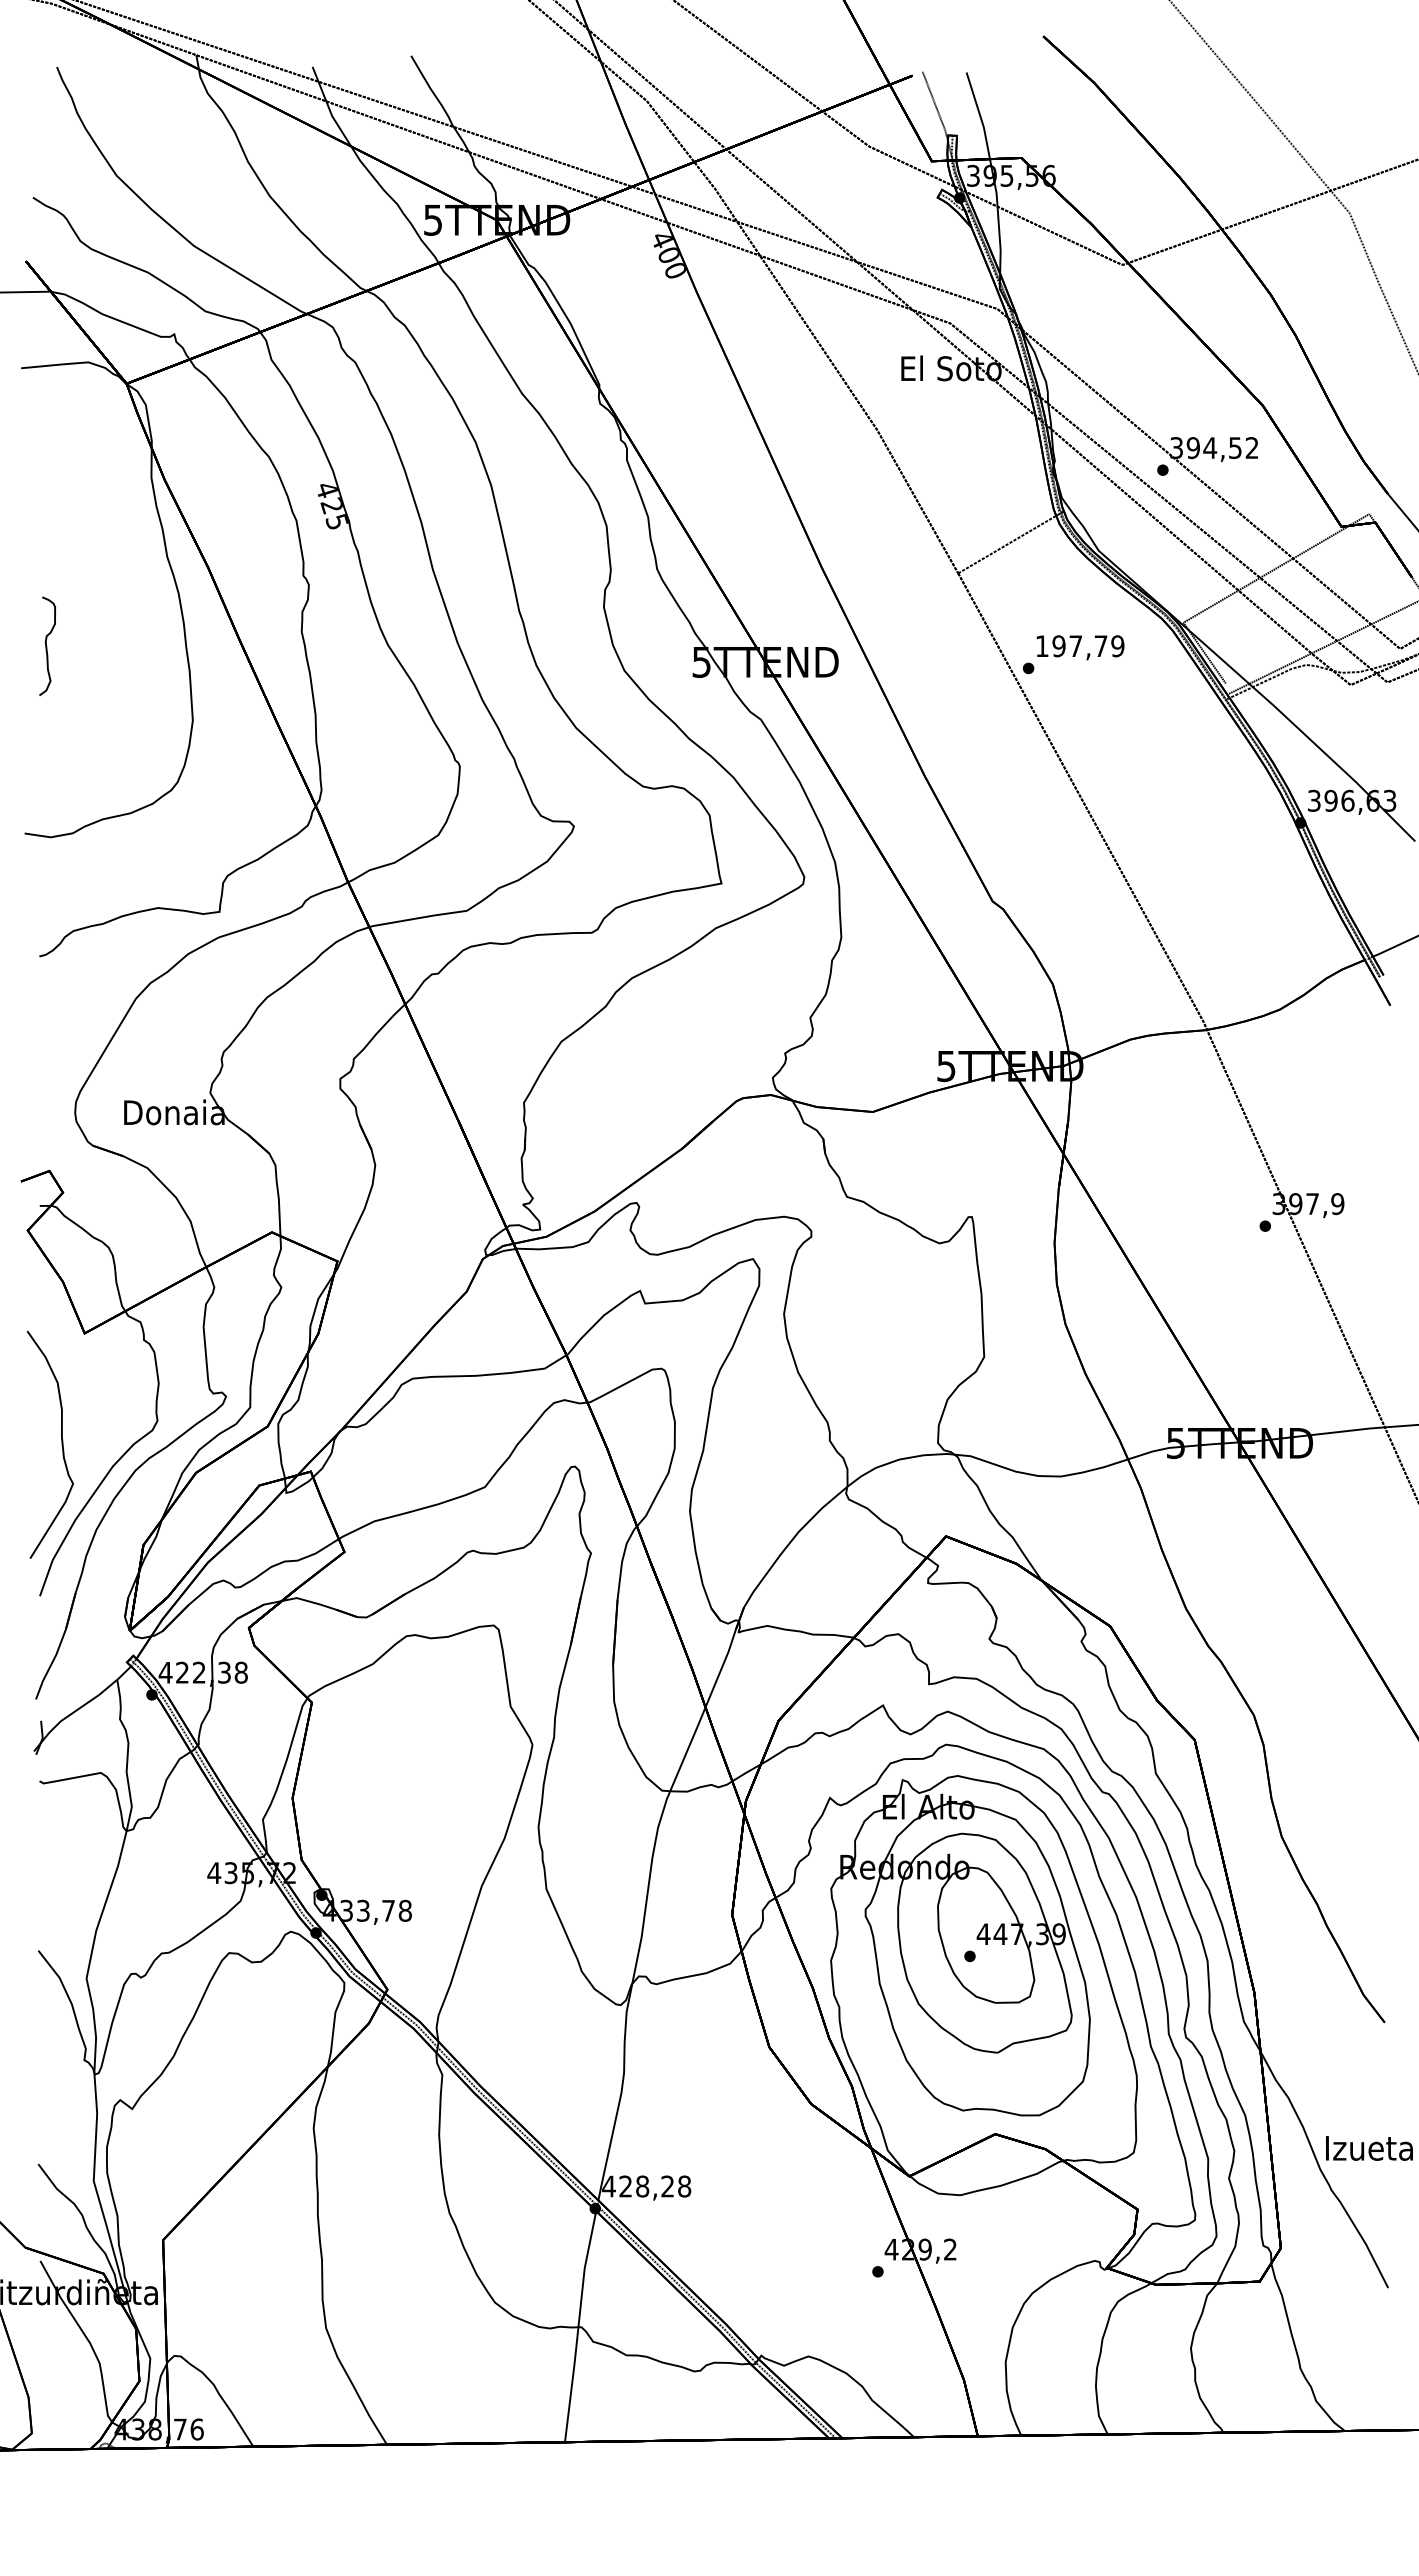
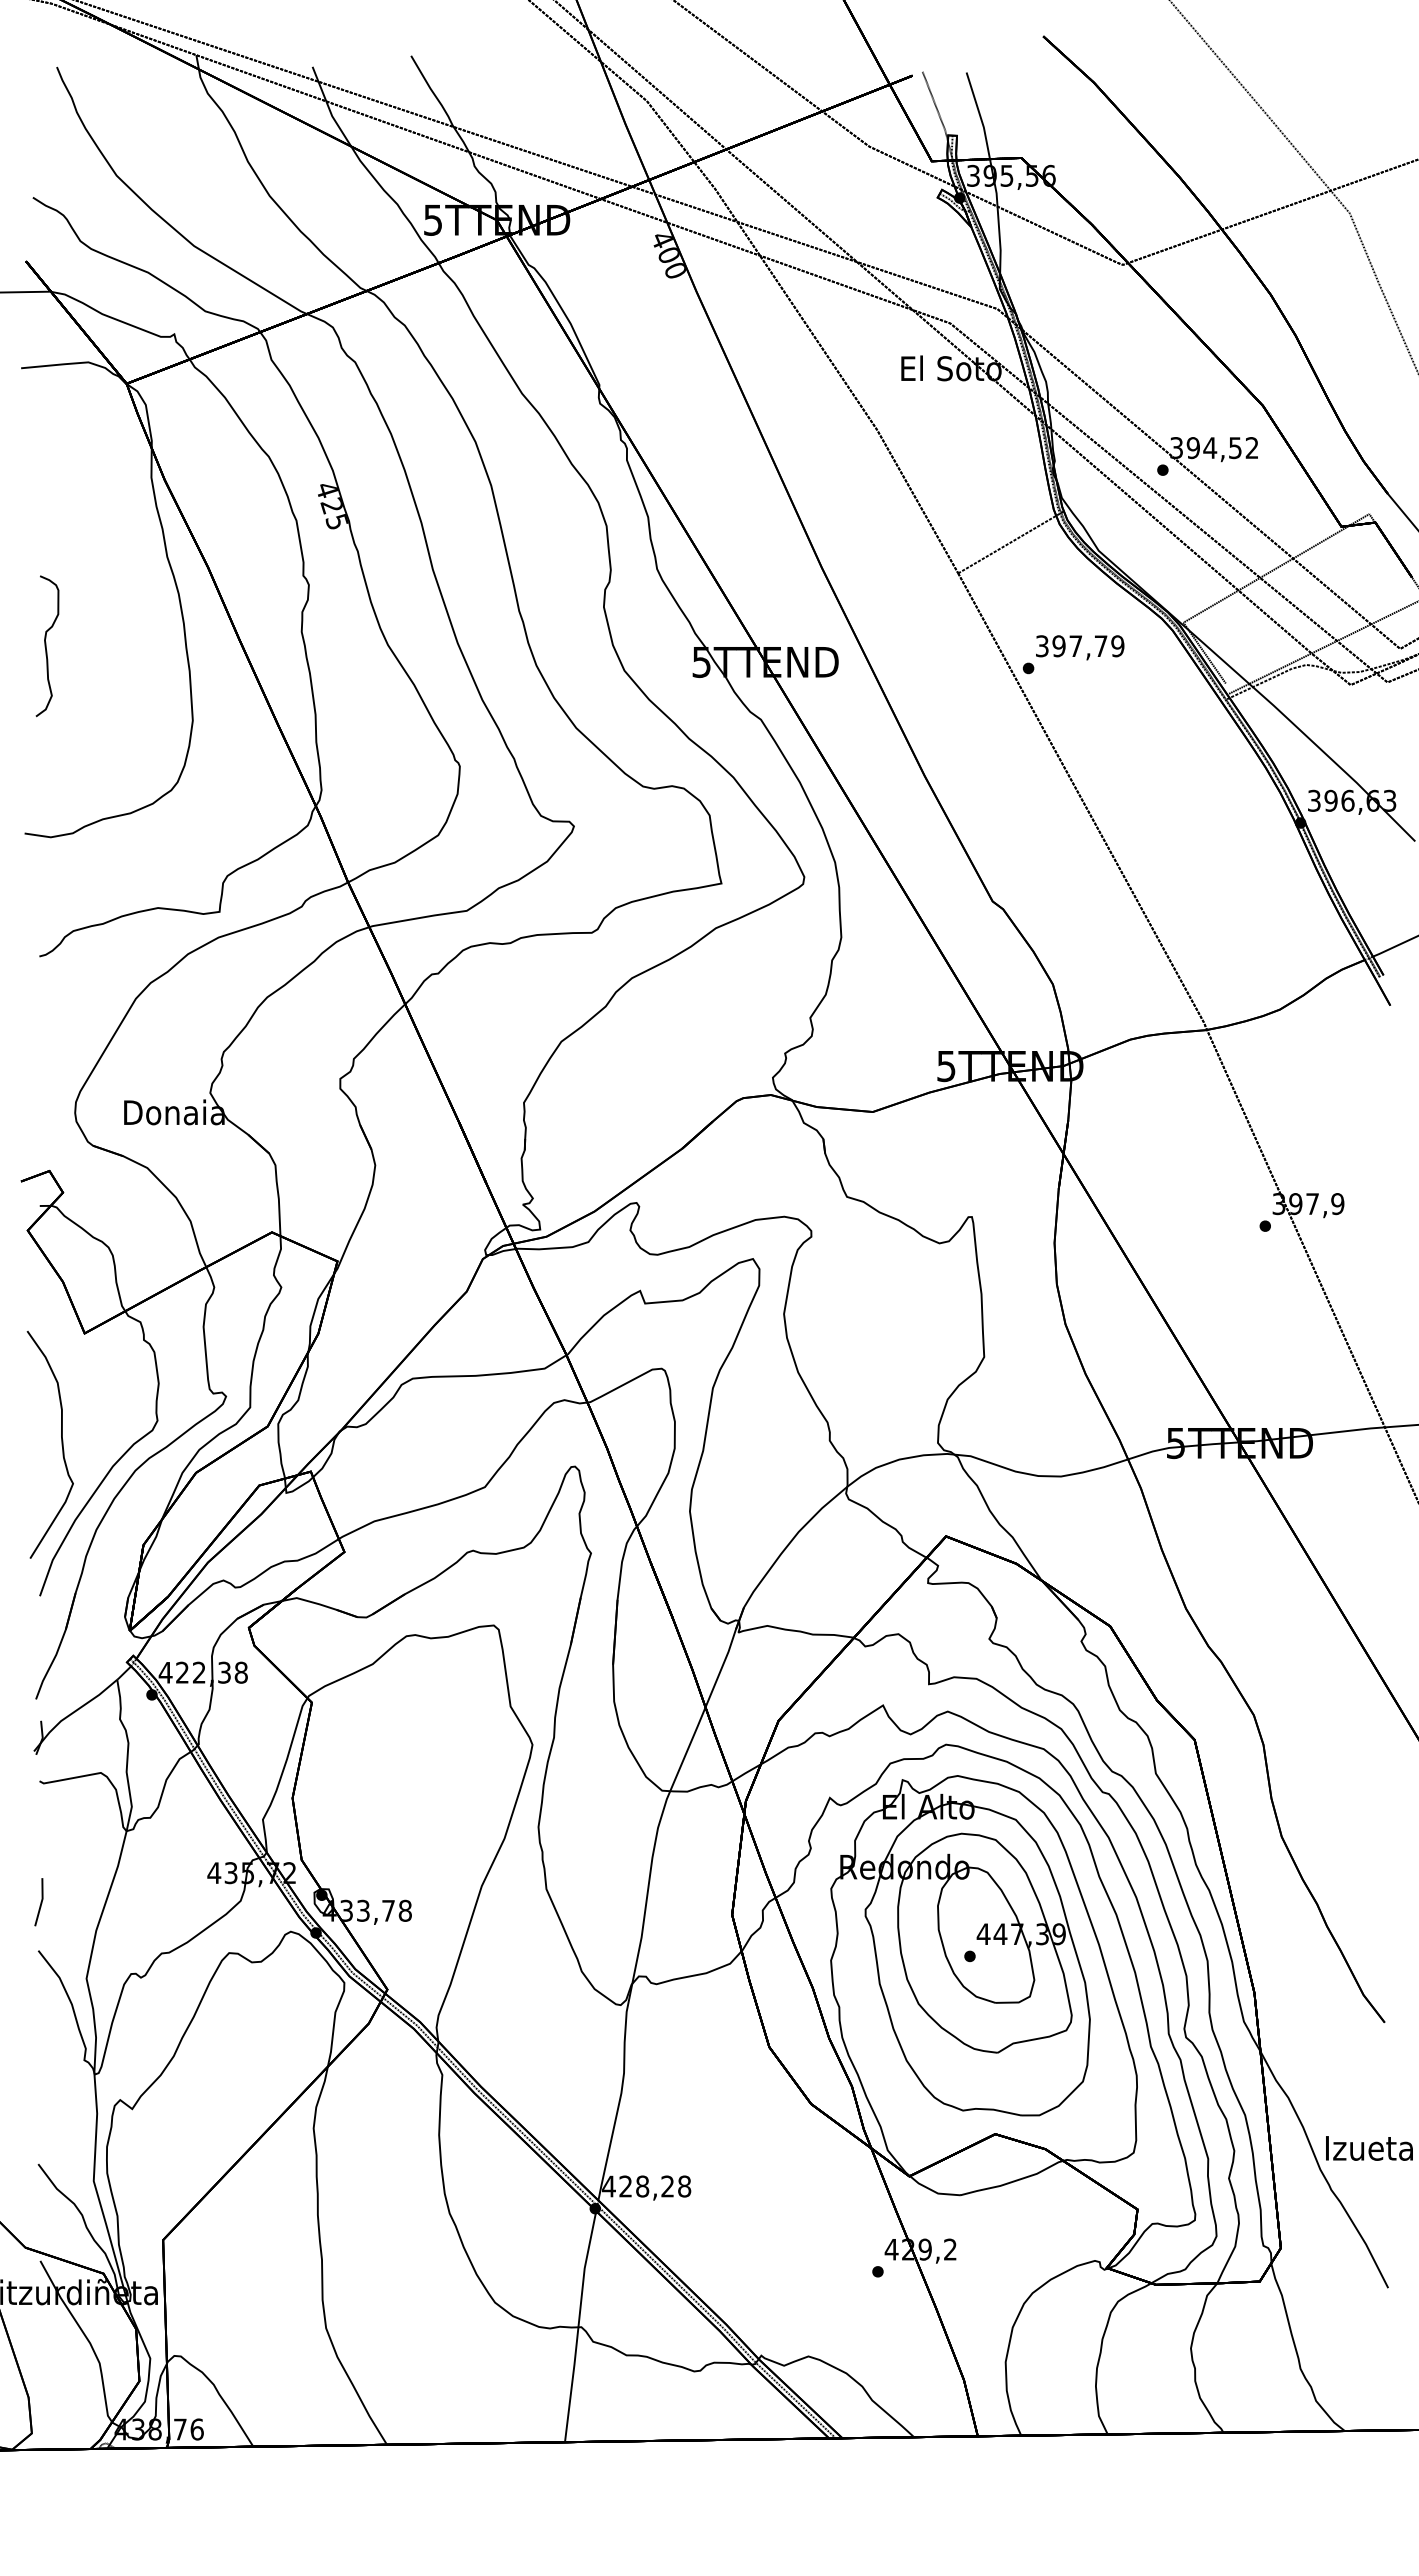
part at (47, 645) size: 18x100 px -> 25x143 px
text at (1042, 646): 197,79 -> 397,79
line at (40, 1902): none -> present
